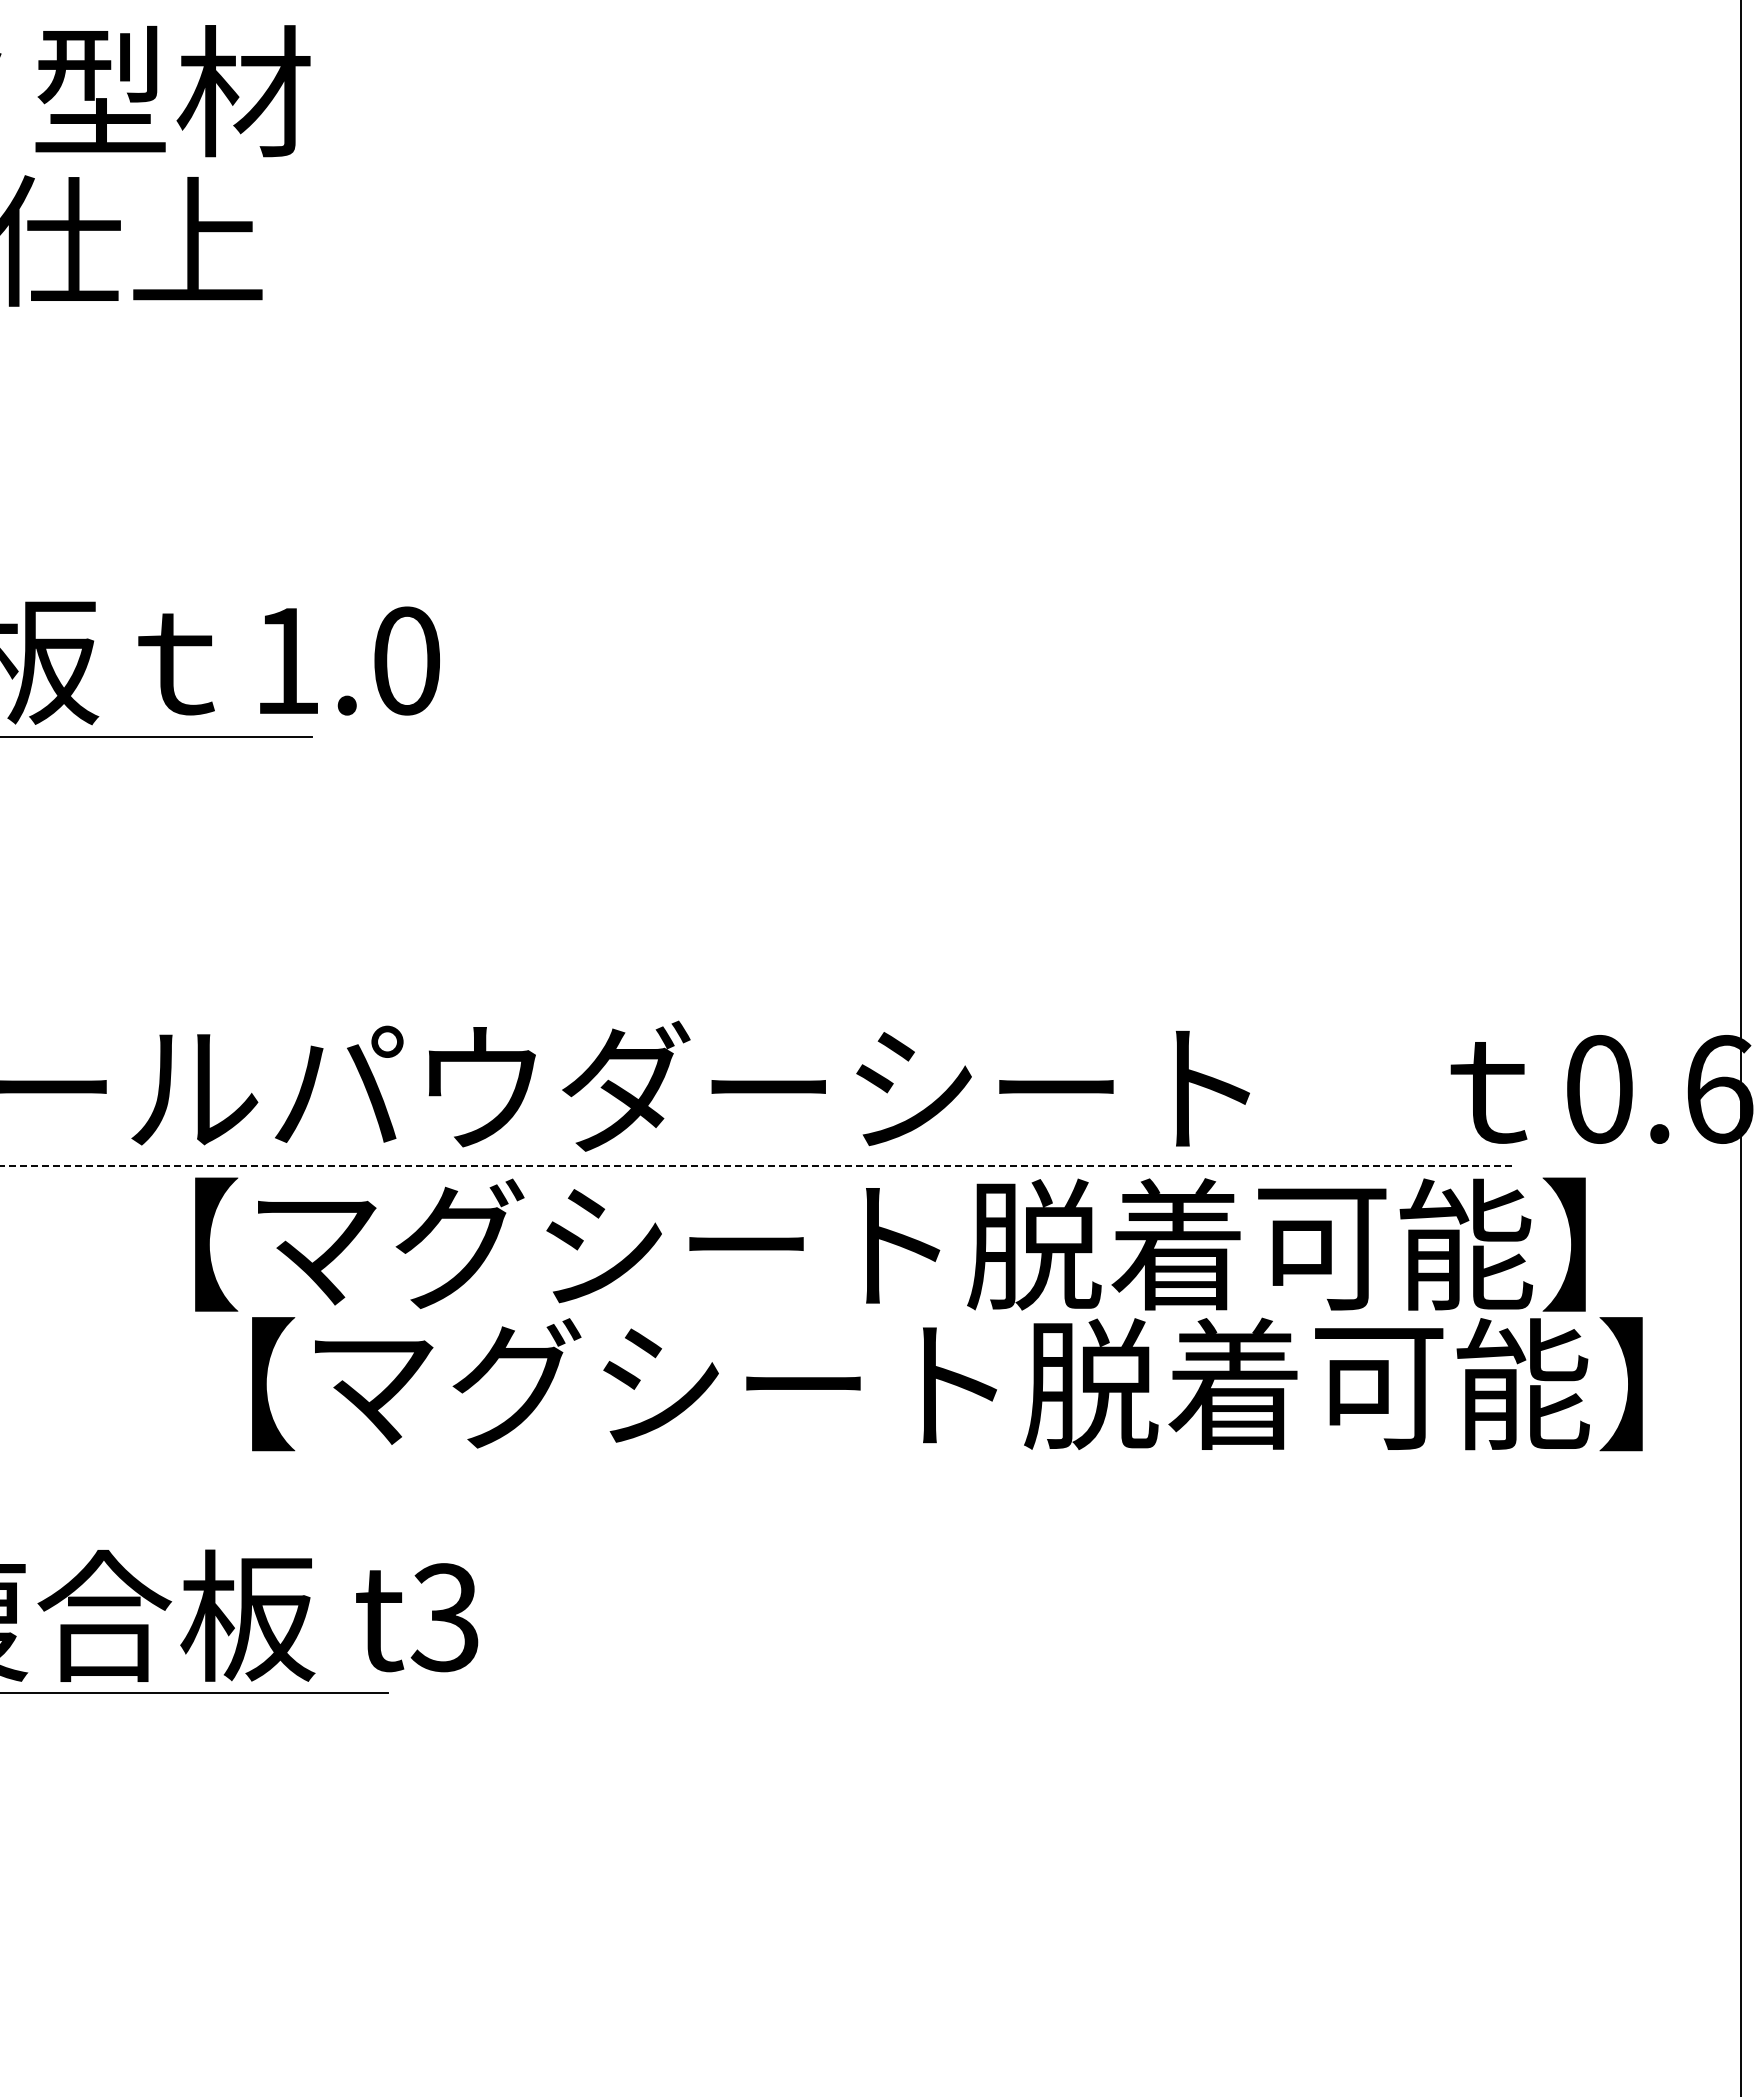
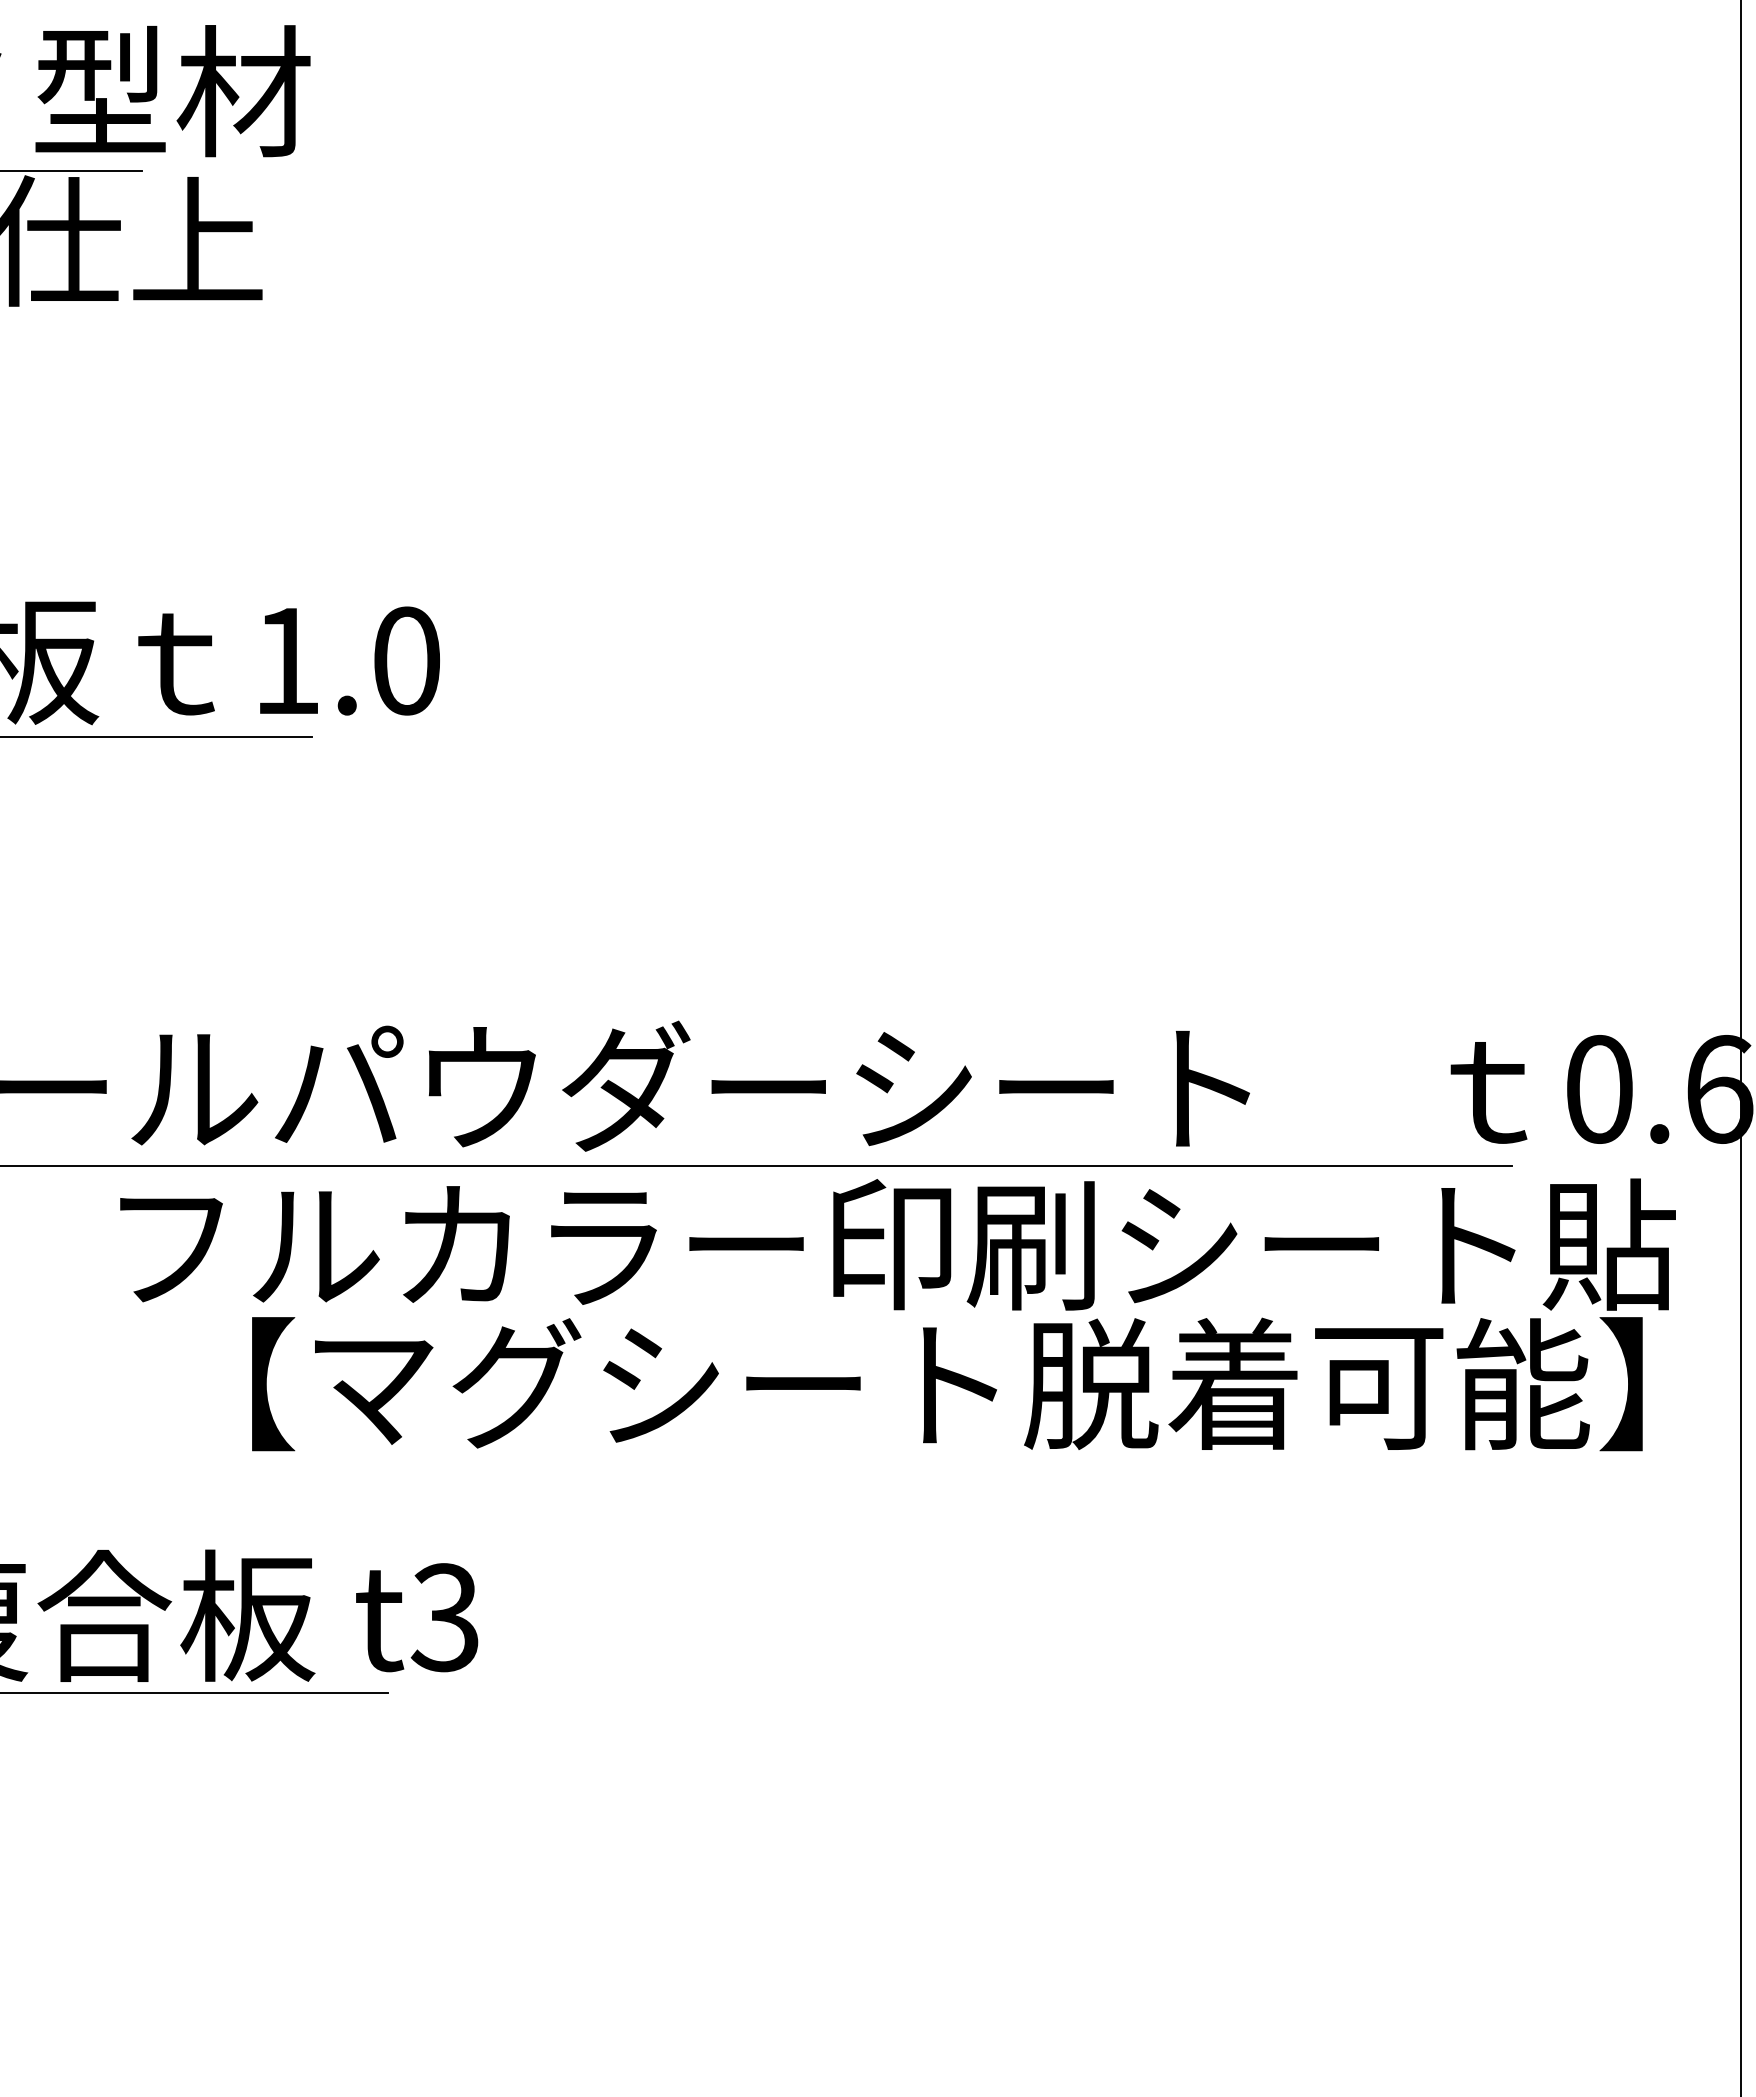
line at (71, 171): none -> present
line at (756, 1166): dashed -> solid
text at (897, 1244): 【マグシート脱着可能】 -> フルカラー印刷シート貼
